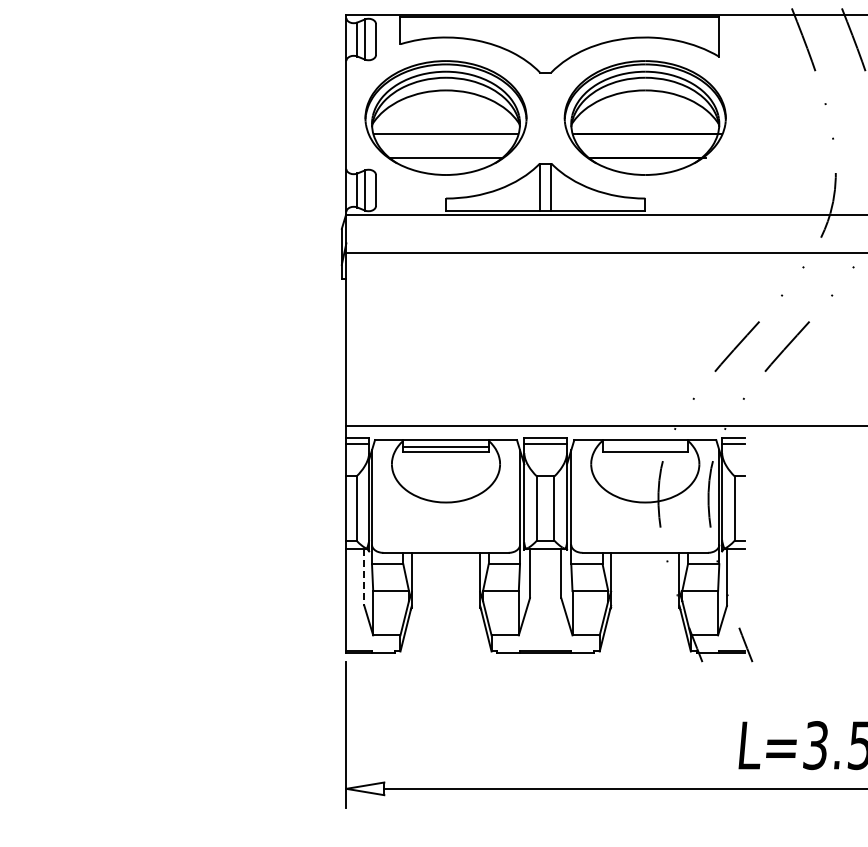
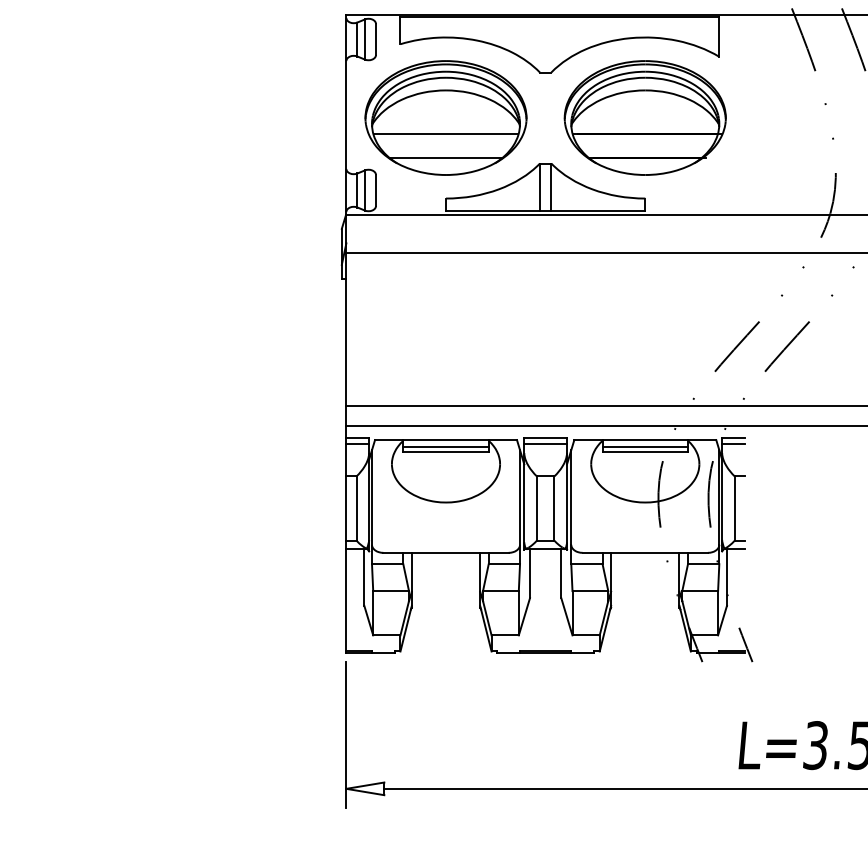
line at (605, 405): none -> present
line at (645, 446): none -> present
line at (364, 577): dashed -> solid
